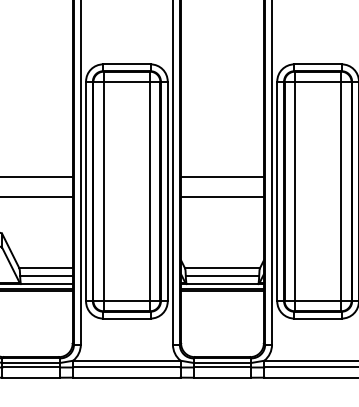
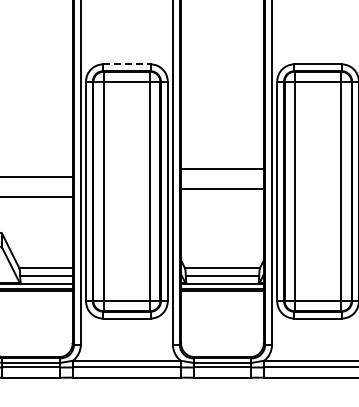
line at (126, 64): solid -> dashed
line at (222, 176) position: (222, 176) -> (222, 168)
line at (222, 197) position: (222, 197) -> (222, 189)
